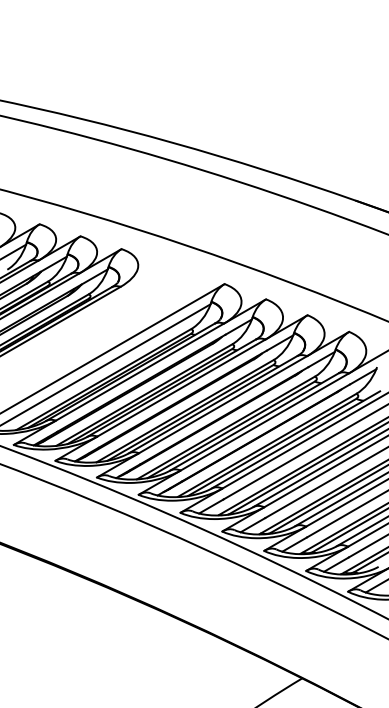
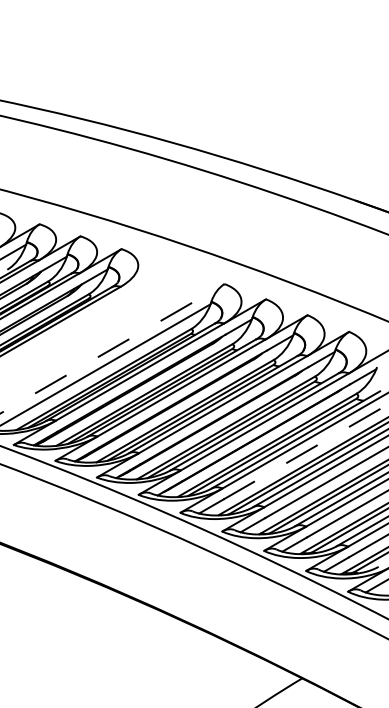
line at (112, 348): solid -> dashed
line at (306, 451): solid -> dashed
